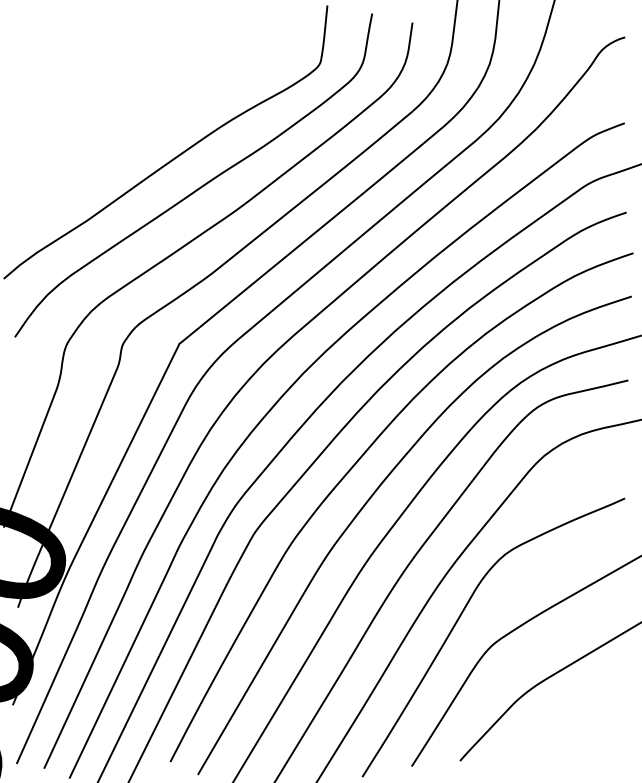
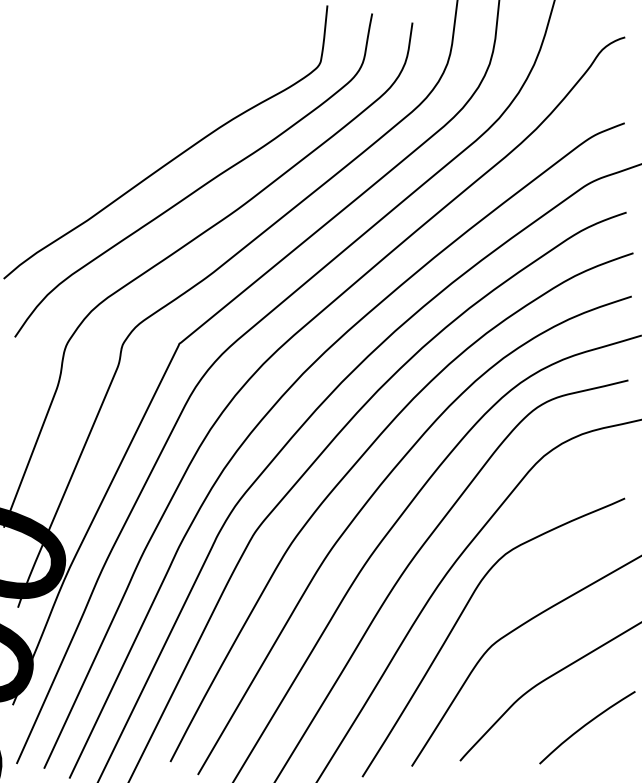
curve at (586, 725): none -> present
